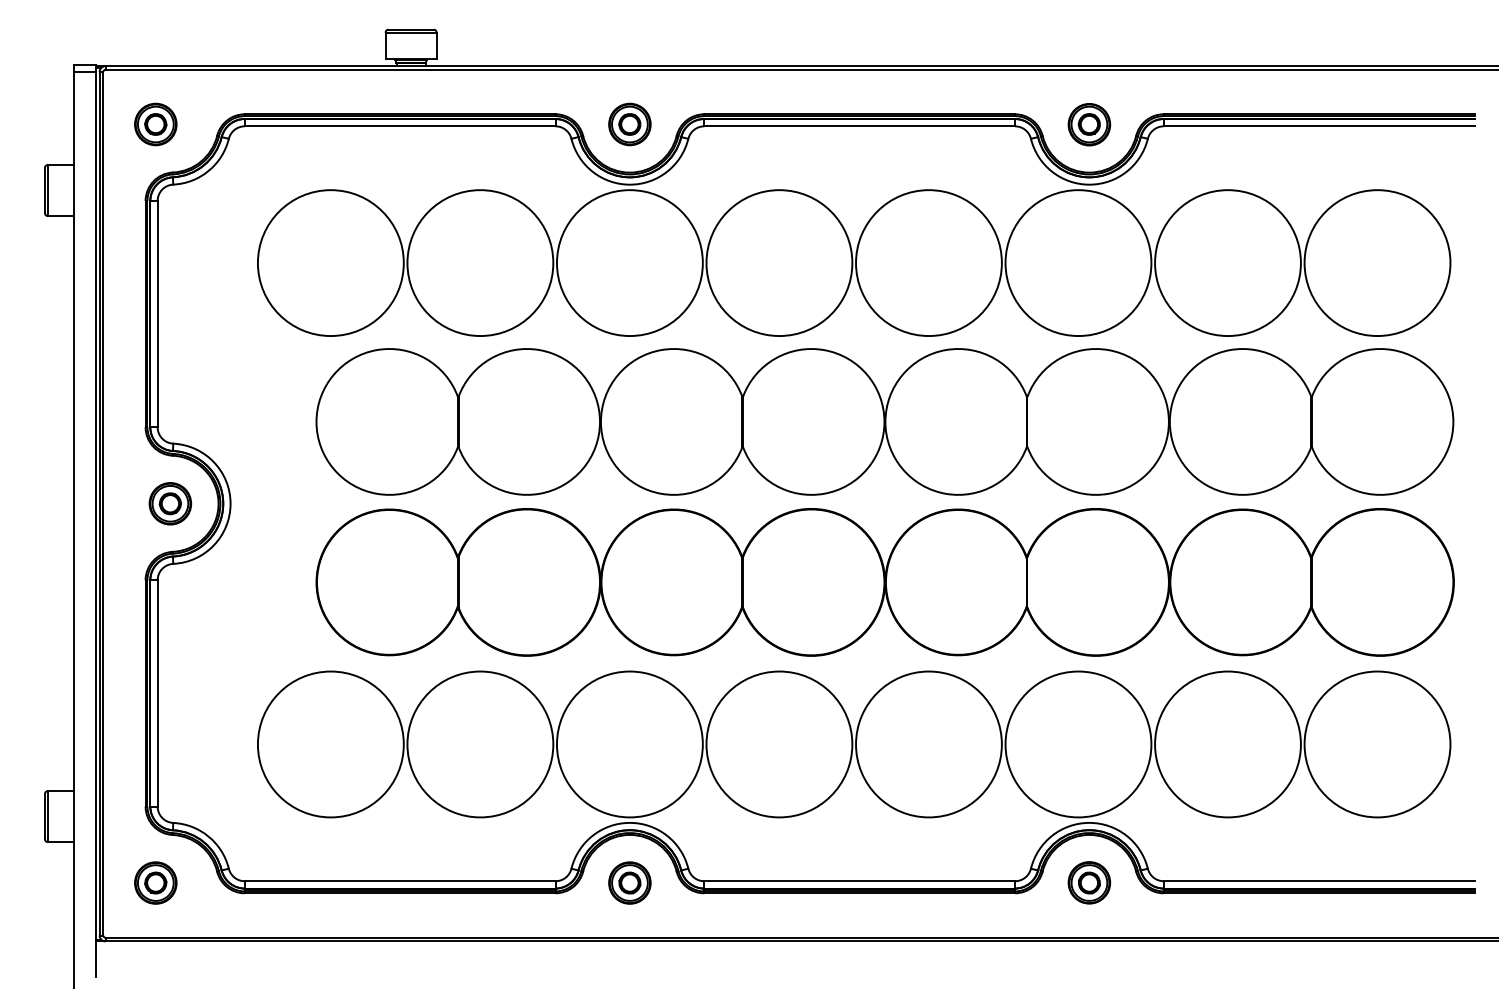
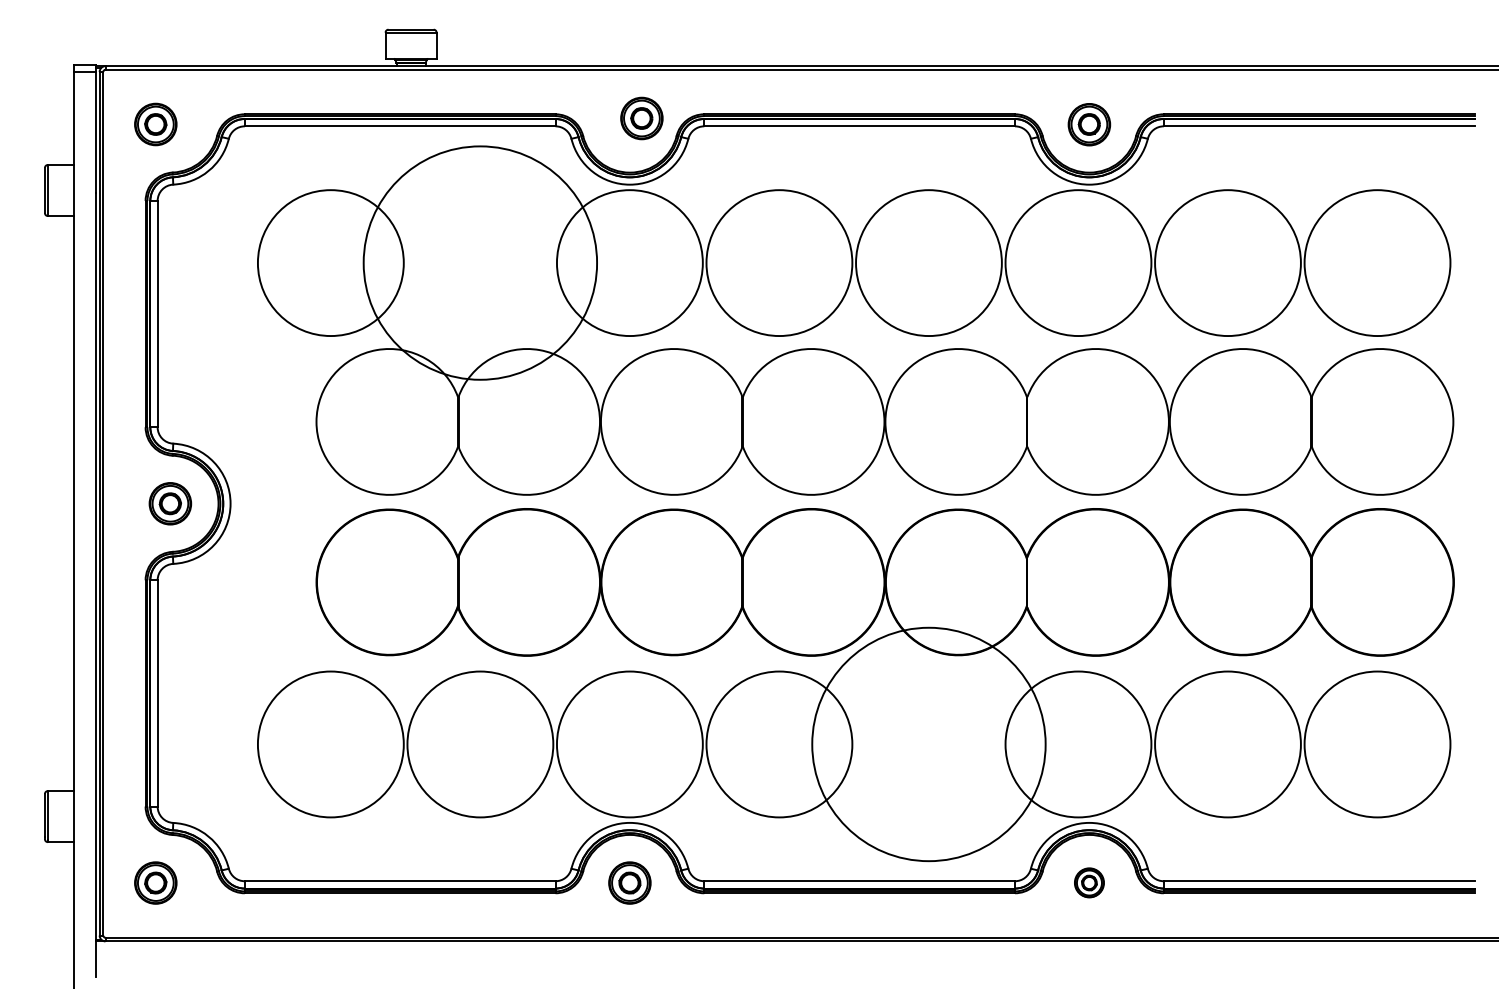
part at (629, 124) position: (629, 124) -> (641, 118)
circle at (480, 263) diameter: 146 px -> 233 px
circle at (928, 744) diameter: 146 px -> 233 px
part at (1089, 882) size: 45x44 px -> 31x32 px
